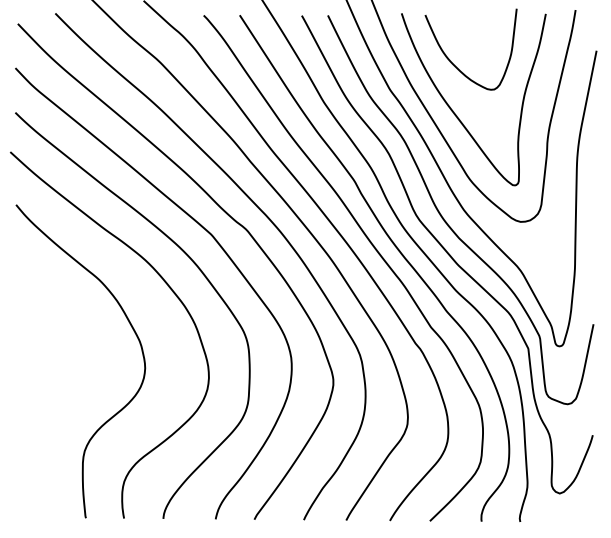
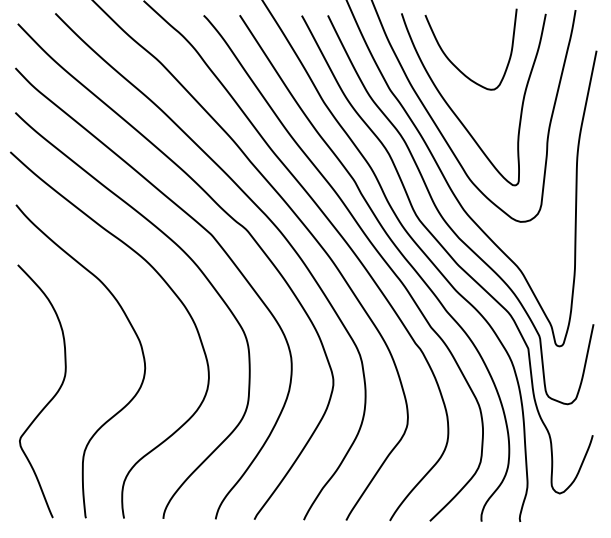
curve at (50, 399): none -> present
